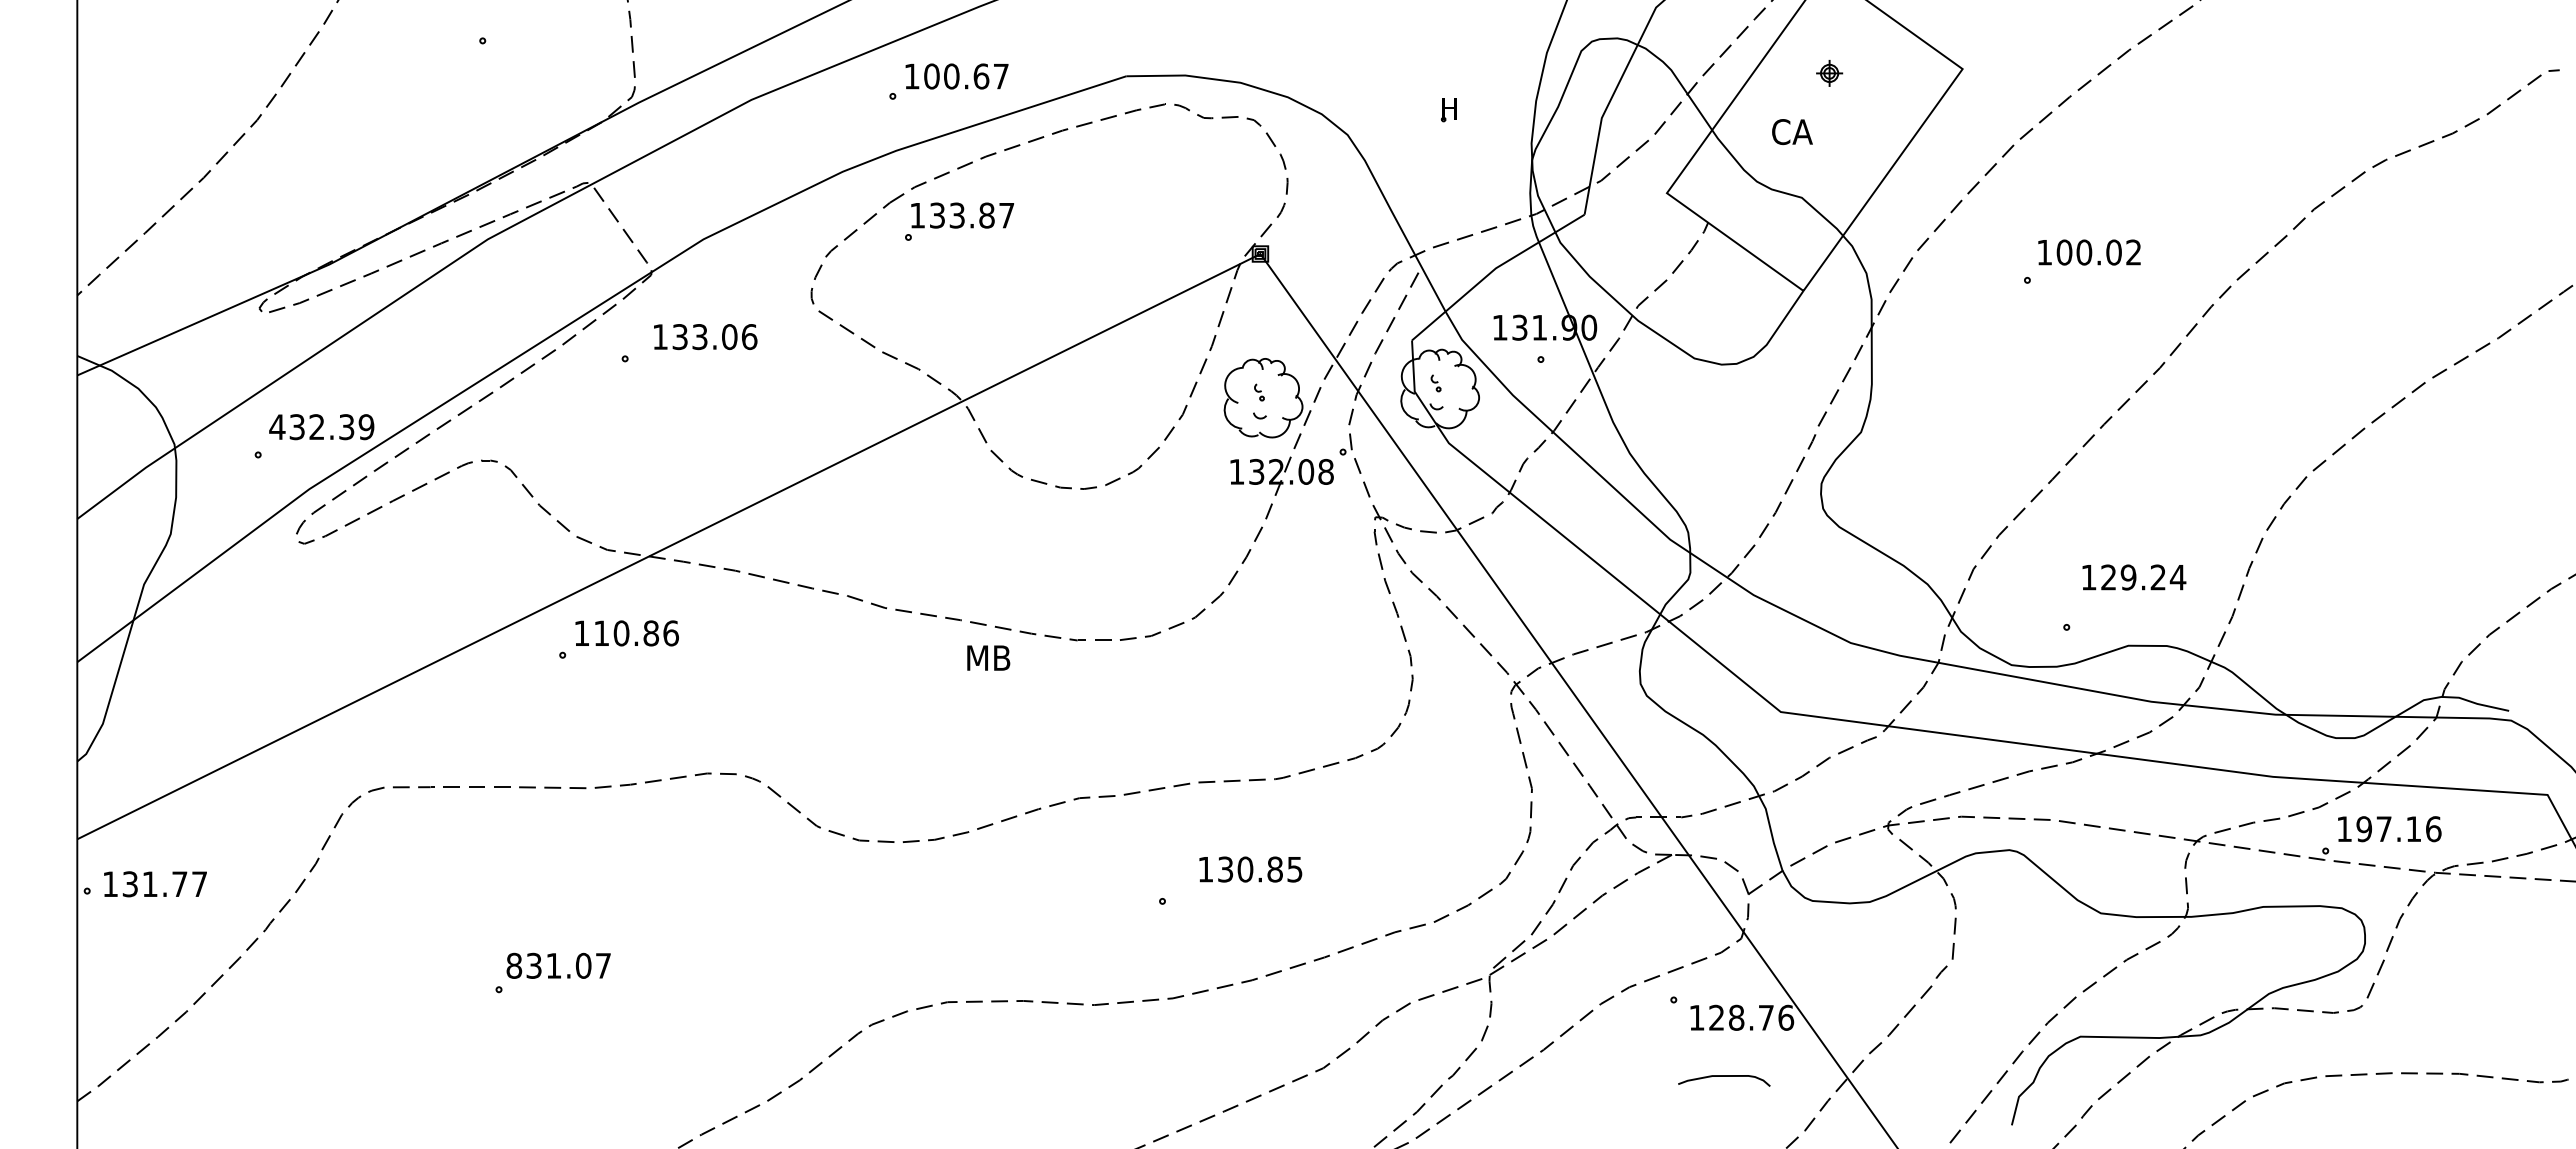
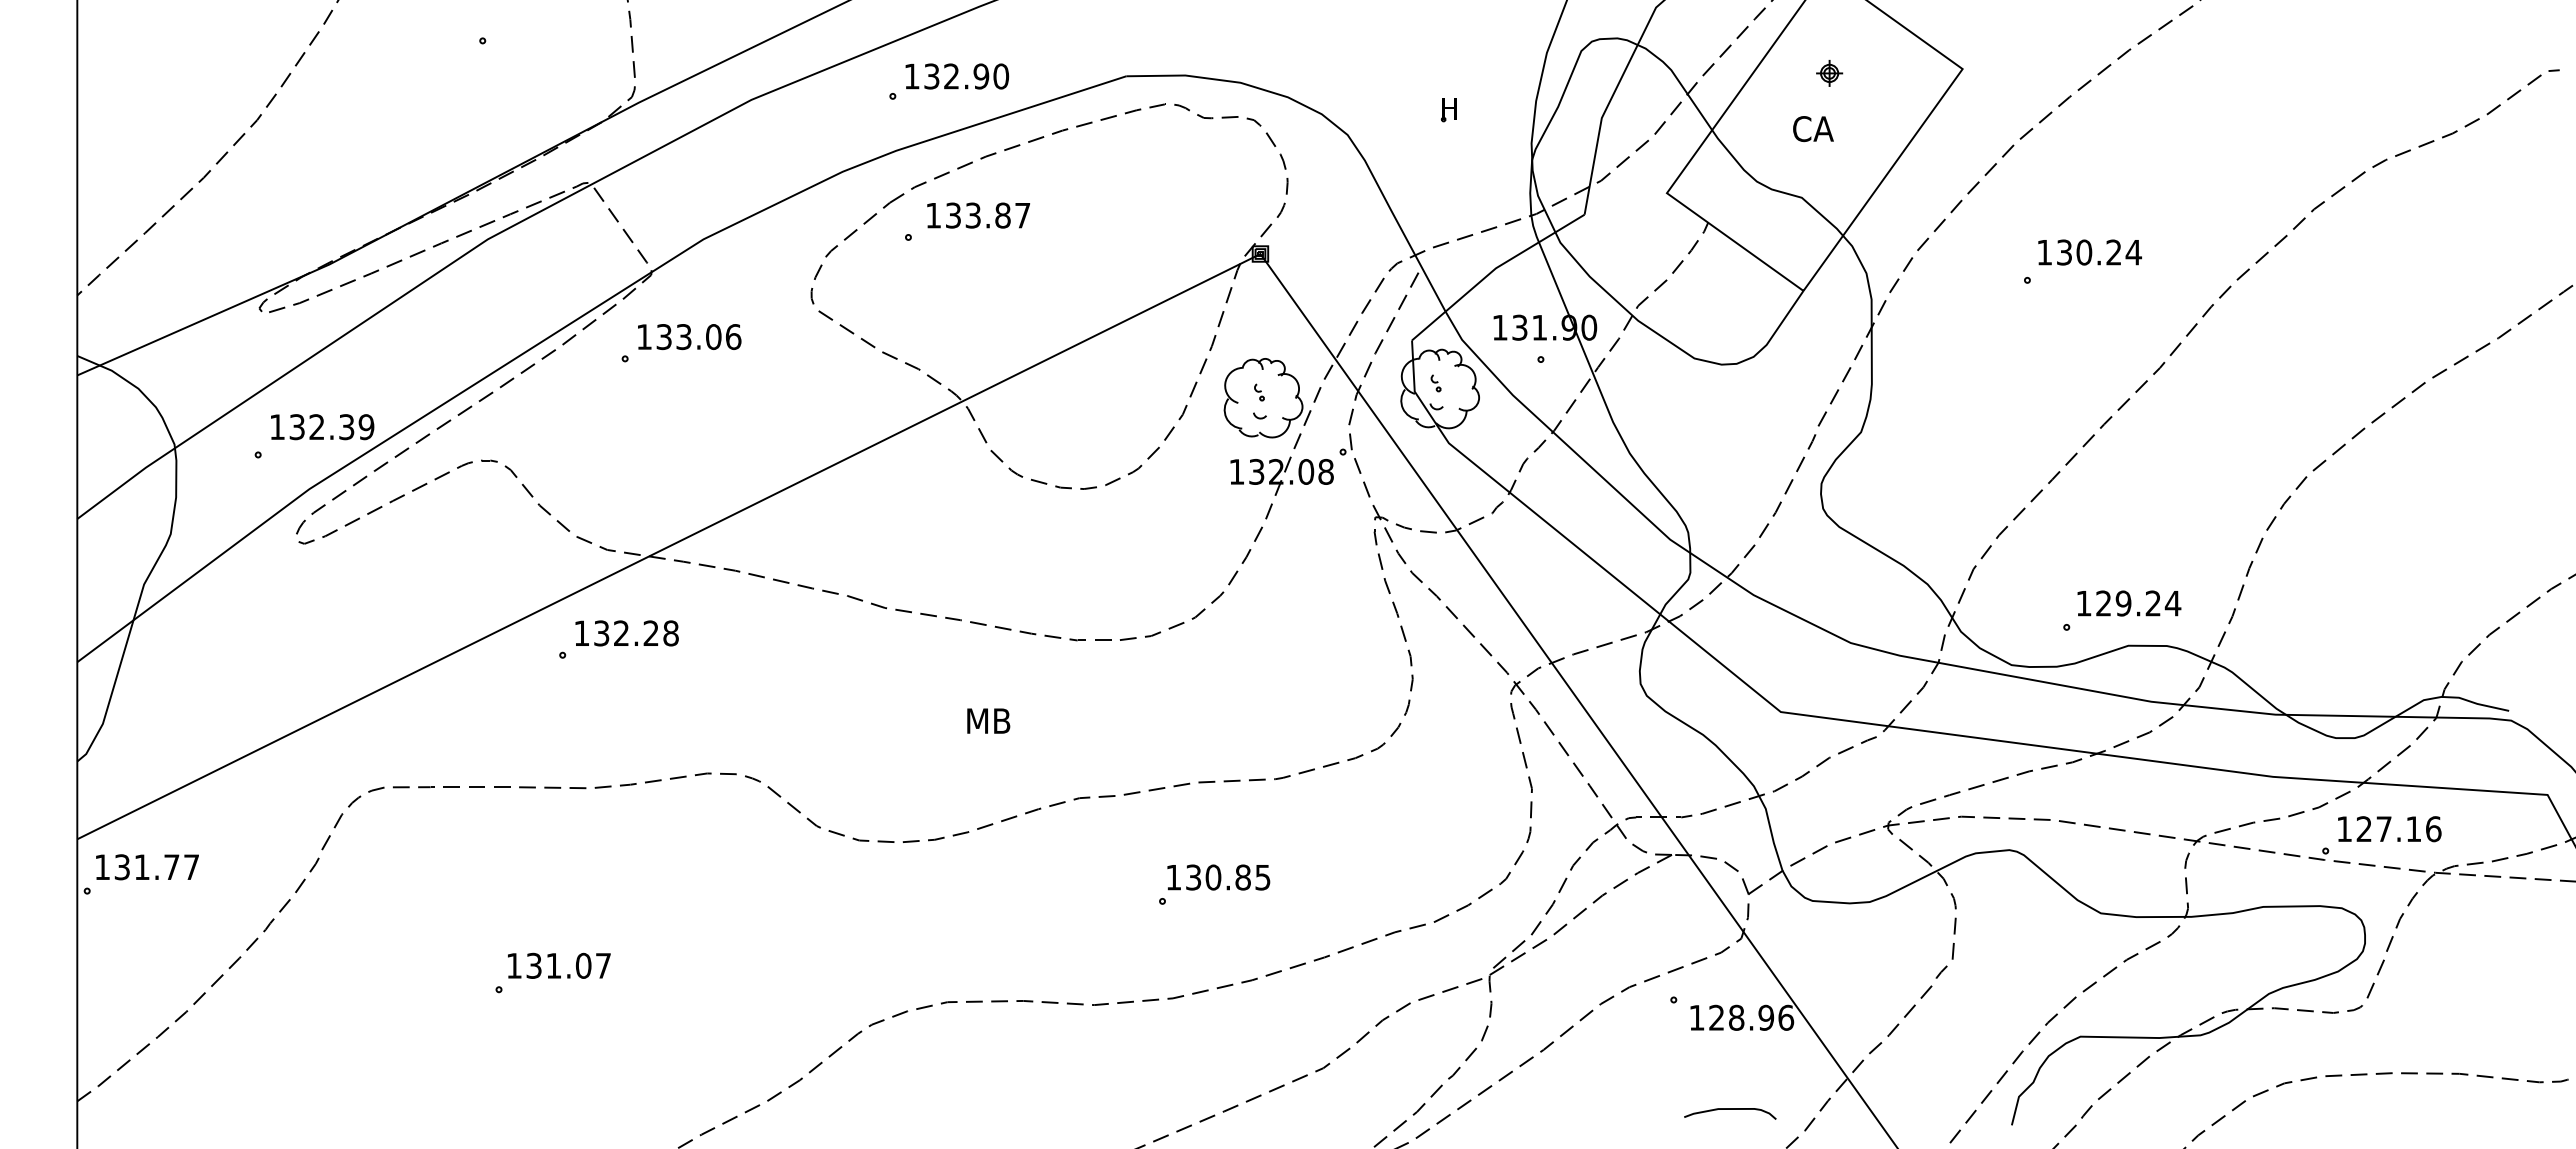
text at (966, 76): 100.67 -> 132.90
text at (1792, 132) position: (1792, 132) -> (1813, 129)
text at (962, 215) position: (962, 215) -> (978, 215)
text at (2099, 252): 100.02 -> 130.24
text at (705, 337) position: (705, 337) -> (689, 337)
text at (277, 426): 432.39 -> 132.39
text at (2134, 577) position: (2134, 577) -> (2129, 603)
text at (636, 633): 110.86 -> 132.28
text at (988, 657) position: (988, 657) -> (988, 720)
text at (2364, 829): 197.16 -> 127.16
text at (1250, 869) position: (1250, 869) -> (1218, 877)
text at (155, 884) position: (155, 884) -> (147, 867)
text at (514, 965): 831.07 -> 131.07
text at (1766, 1017): 128.76 -> 128.96
curve at (1724, 1076) position: (1724, 1076) -> (1730, 1109)
